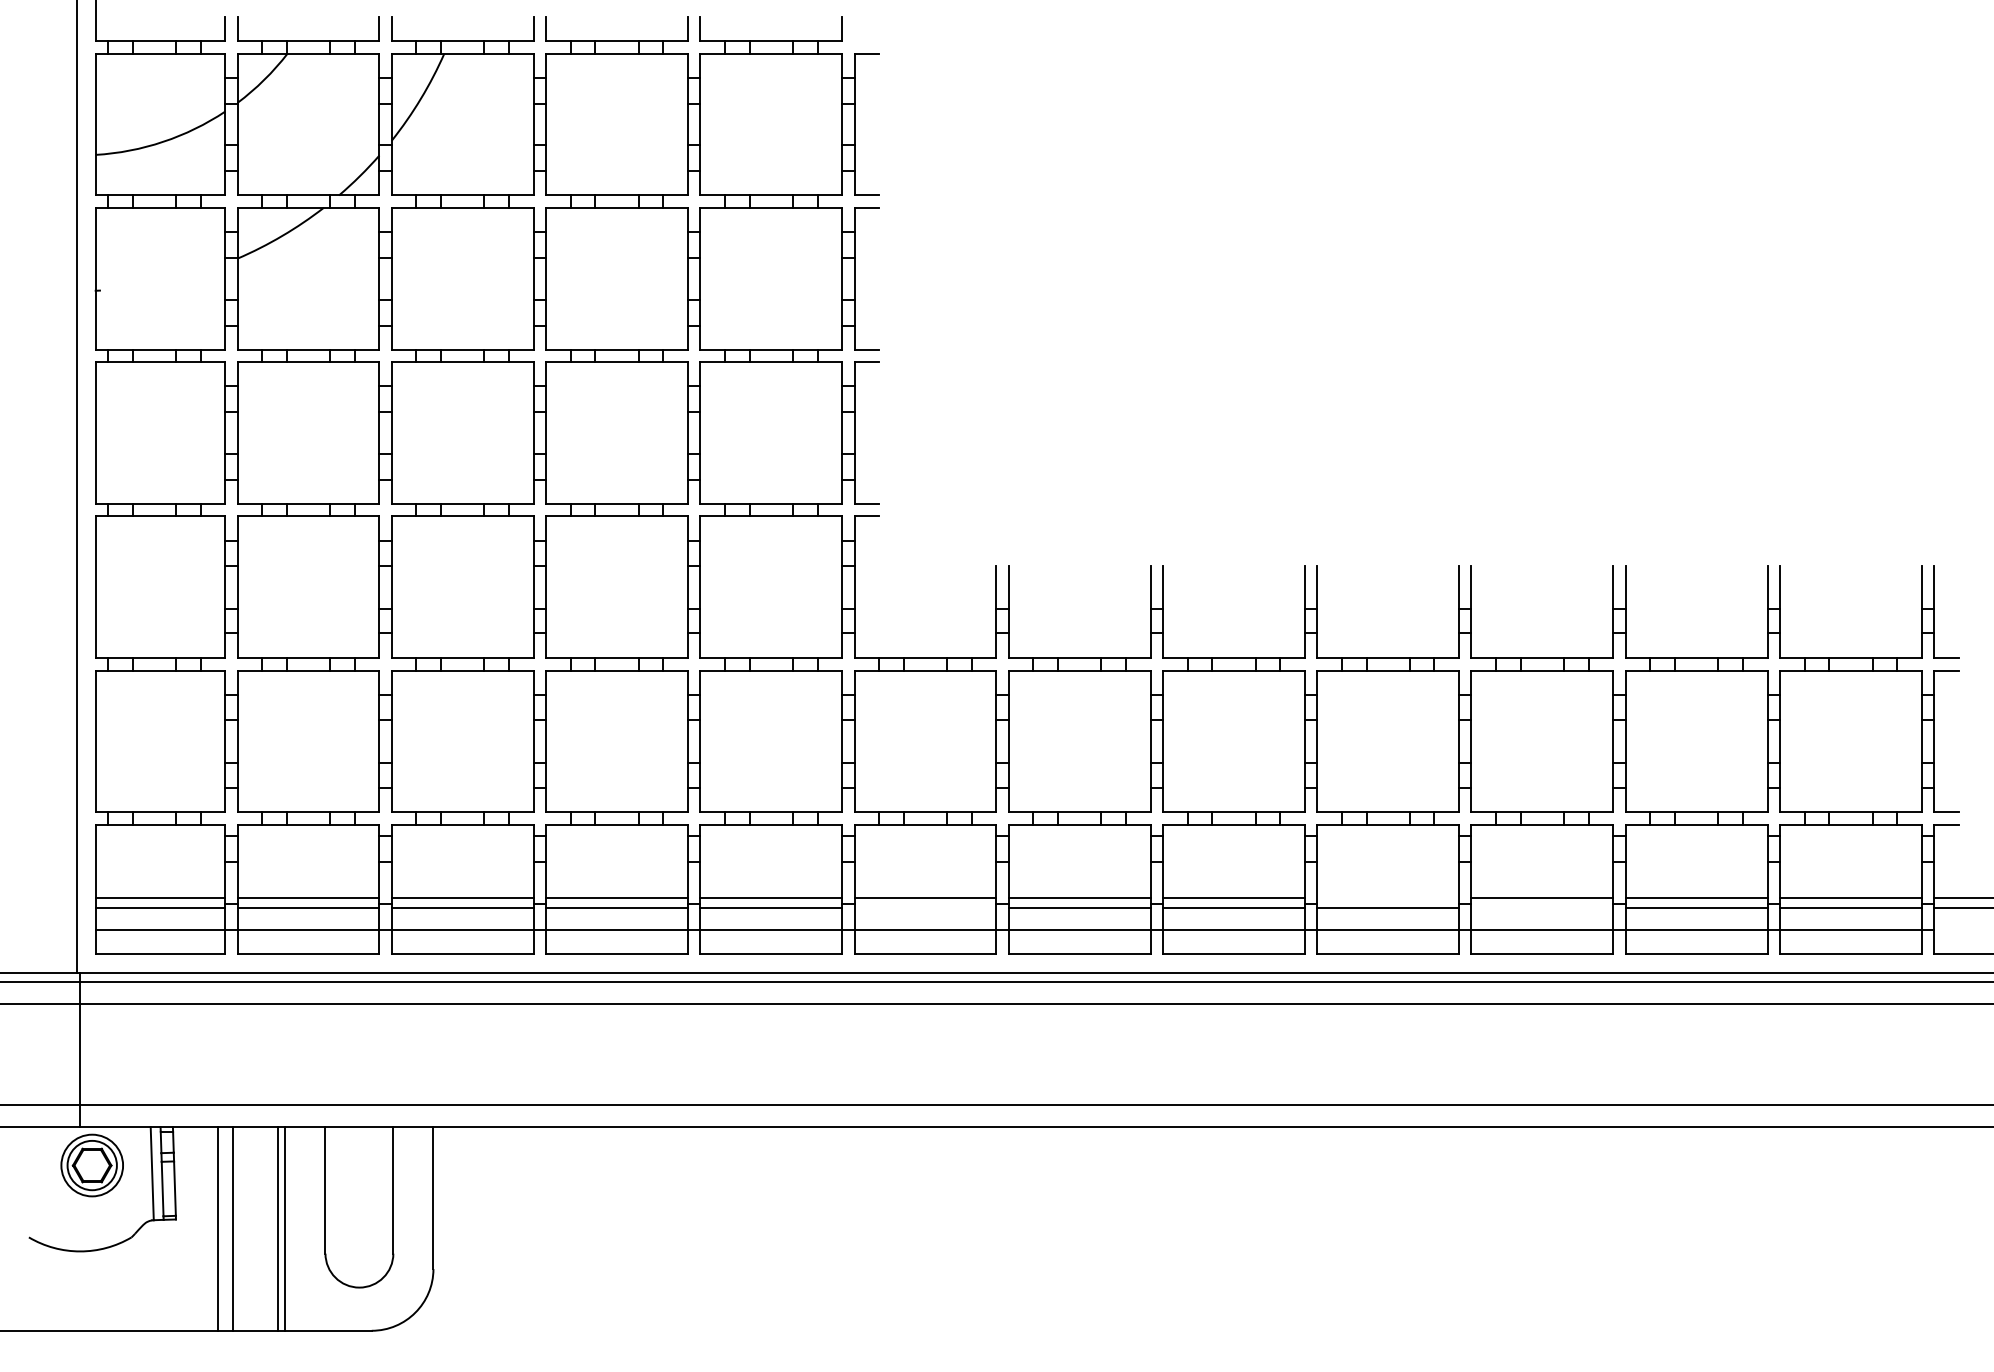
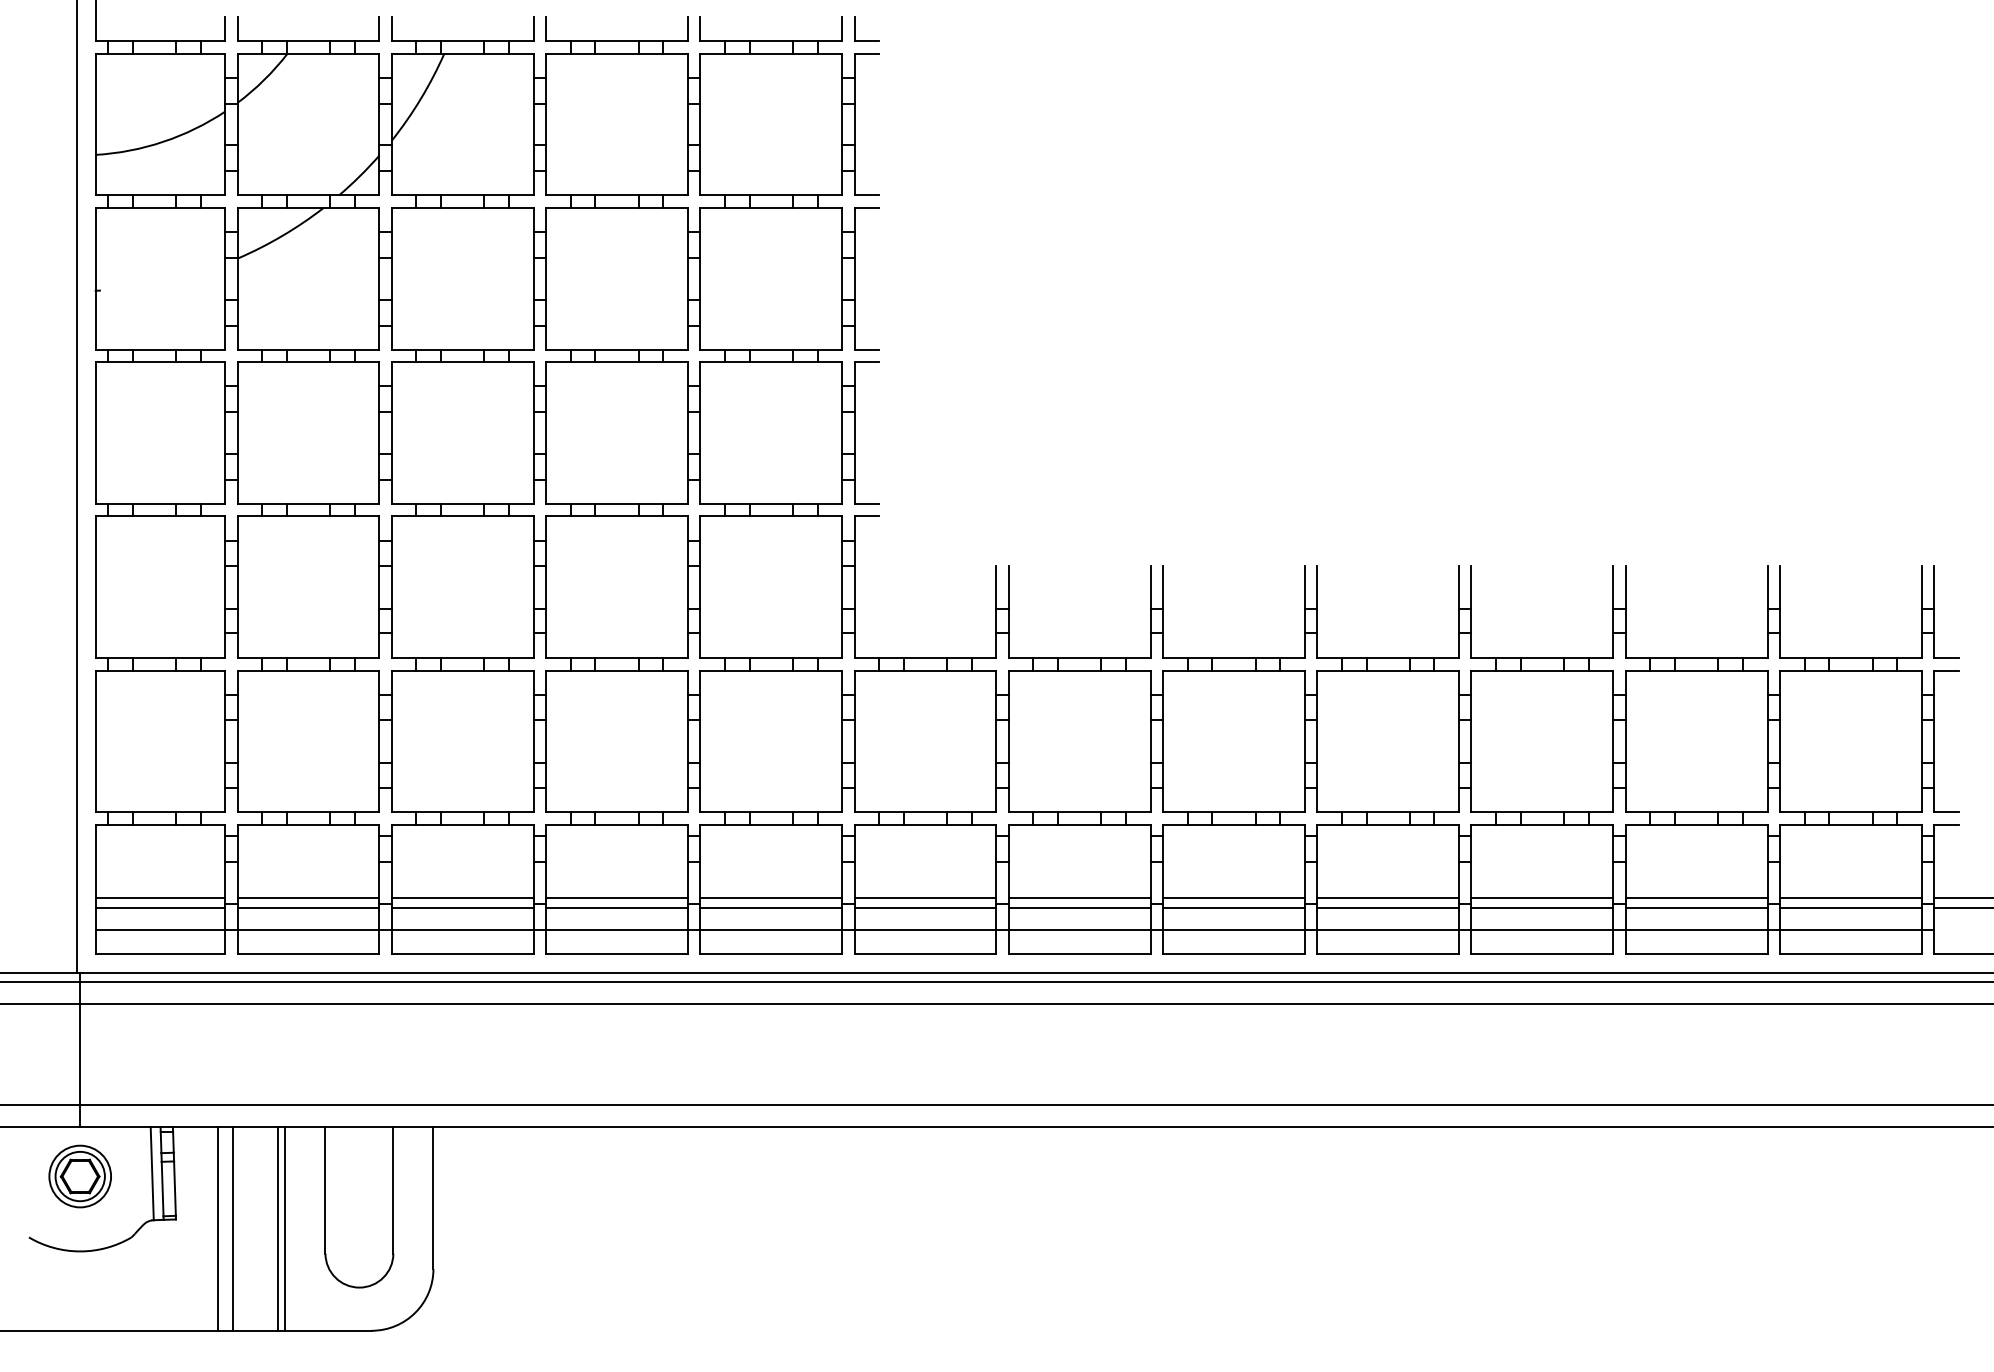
part at (855, 28): none -> present
line at (1388, 898): none -> present
line at (925, 908): none -> present
line at (1542, 908): none -> present
part at (91, 1165) position: (91, 1165) -> (79, 1176)
